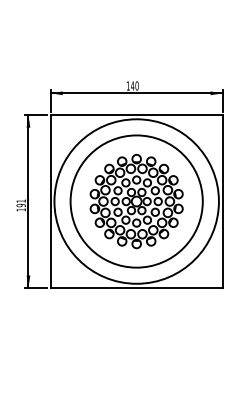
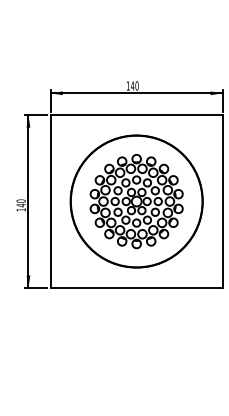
circle at (136, 201) diameter: 164 px -> 132 px
text at (20, 203): 191 -> 140
